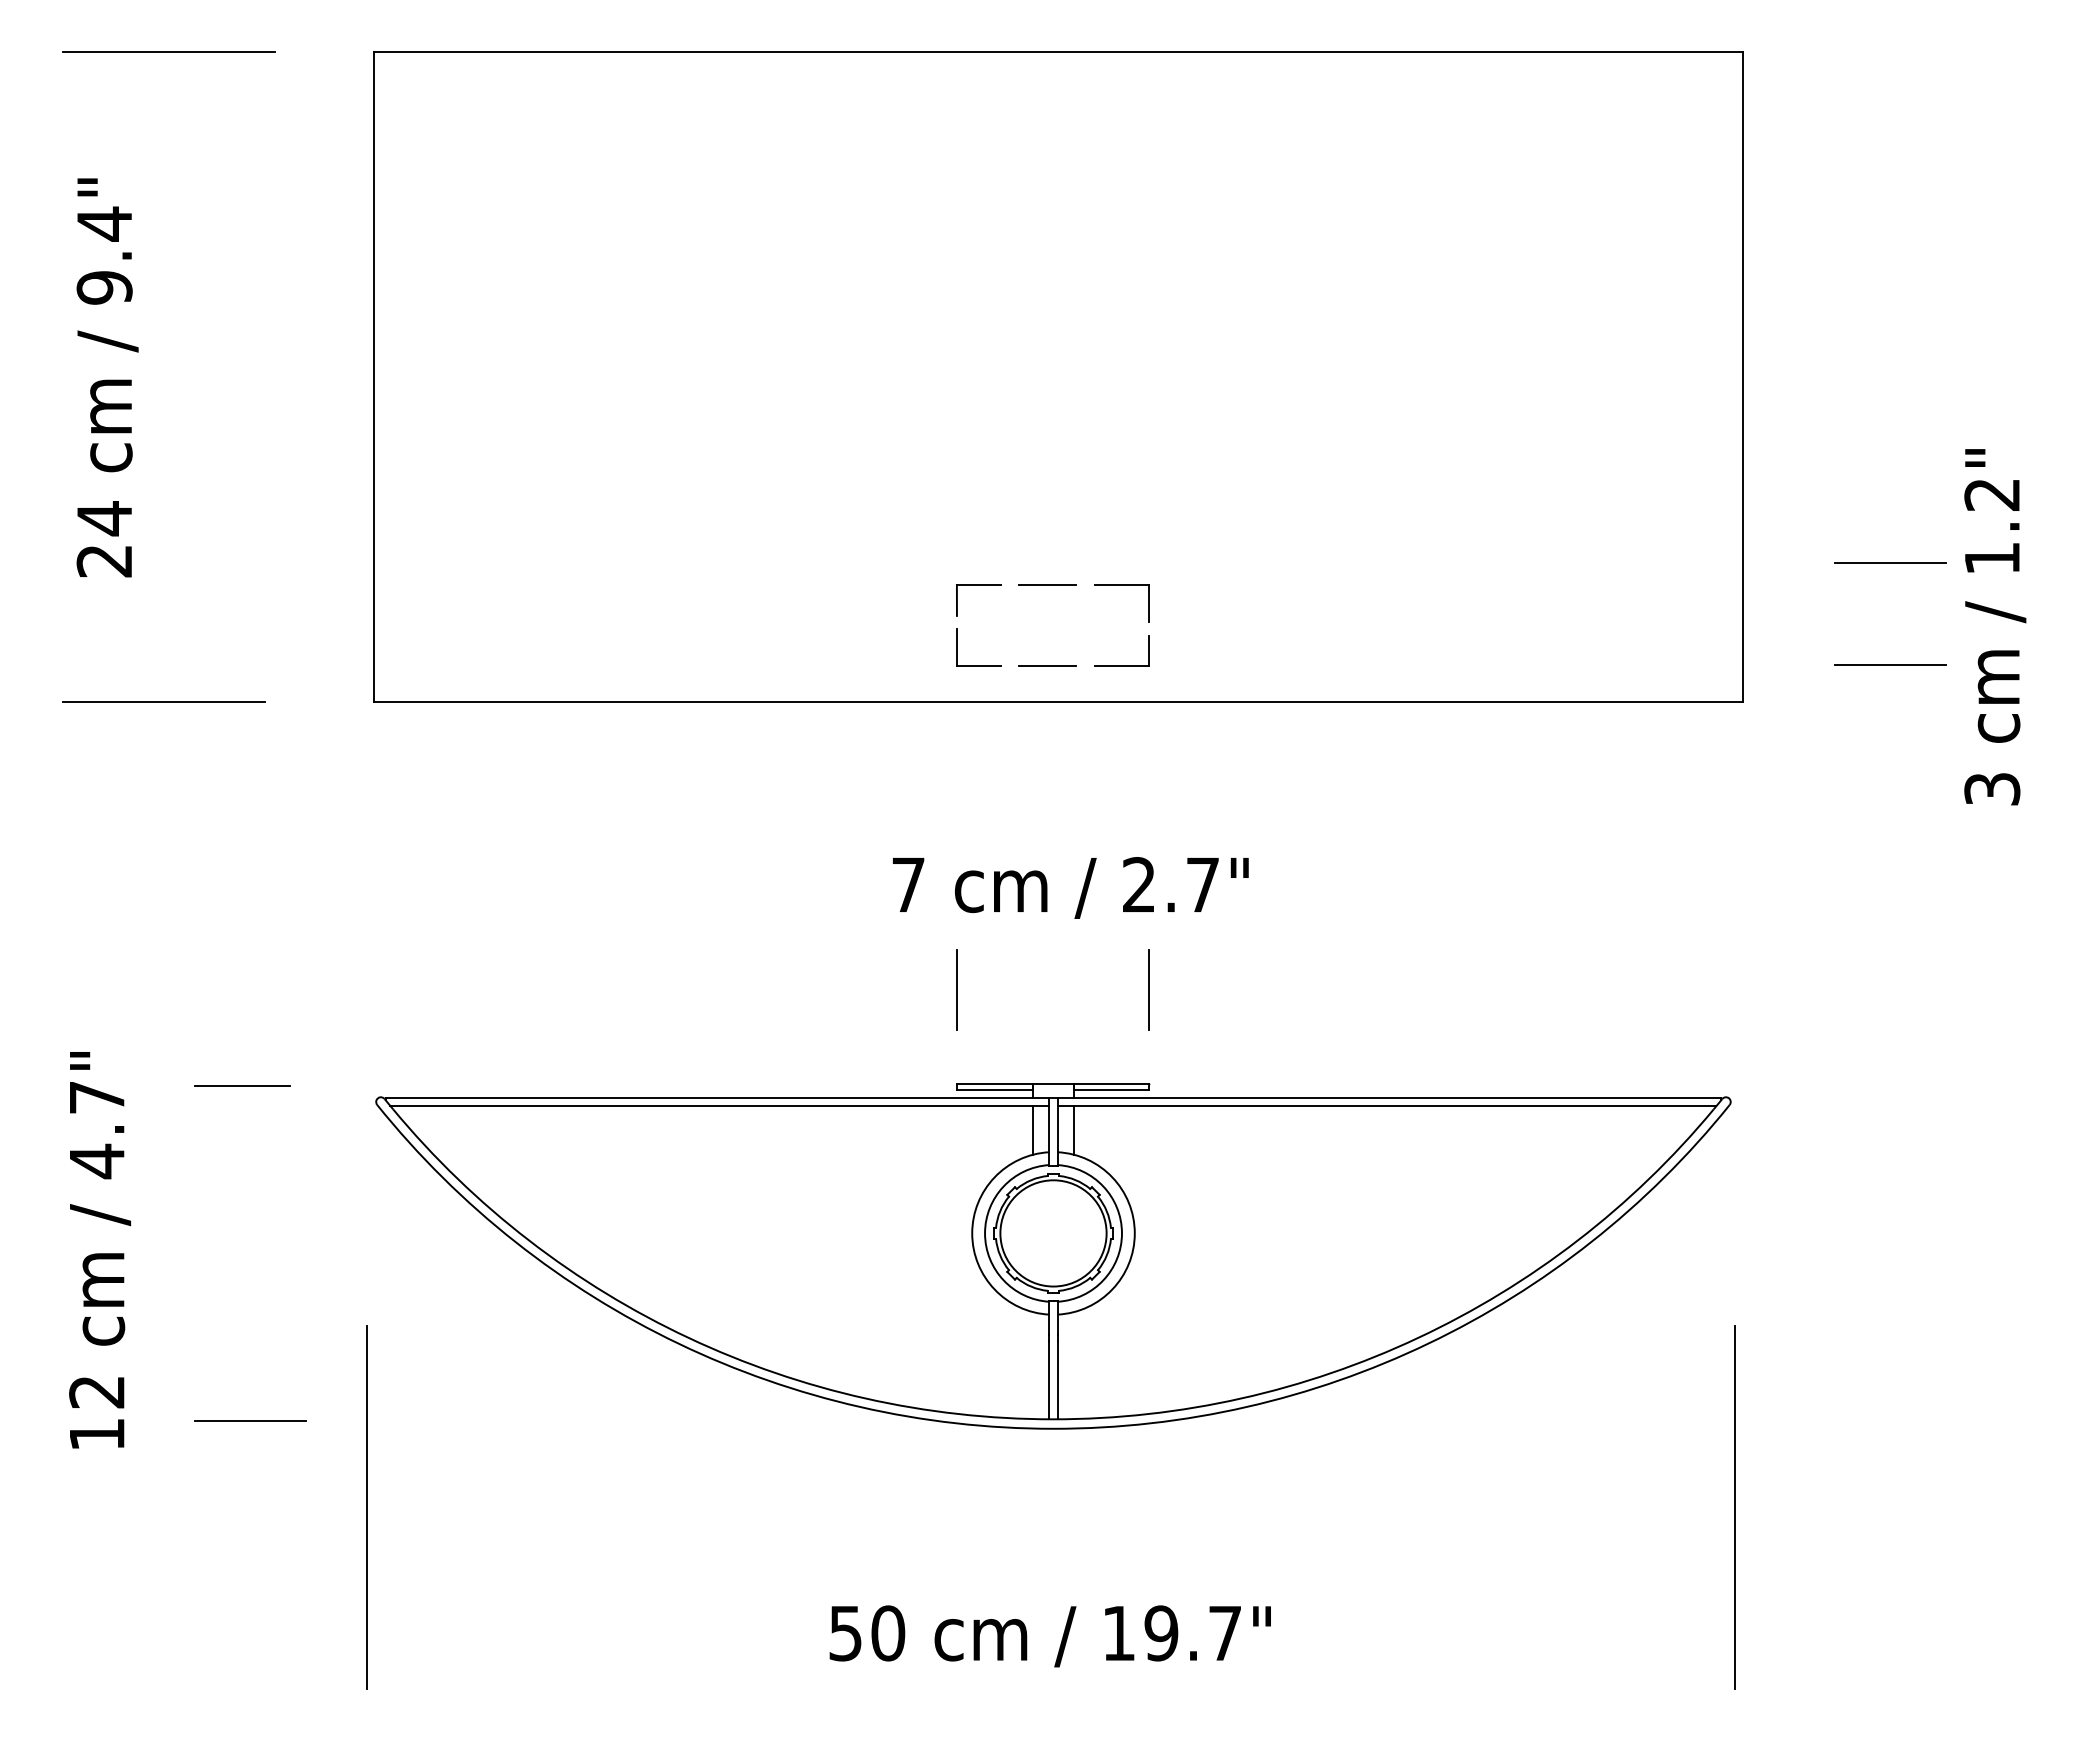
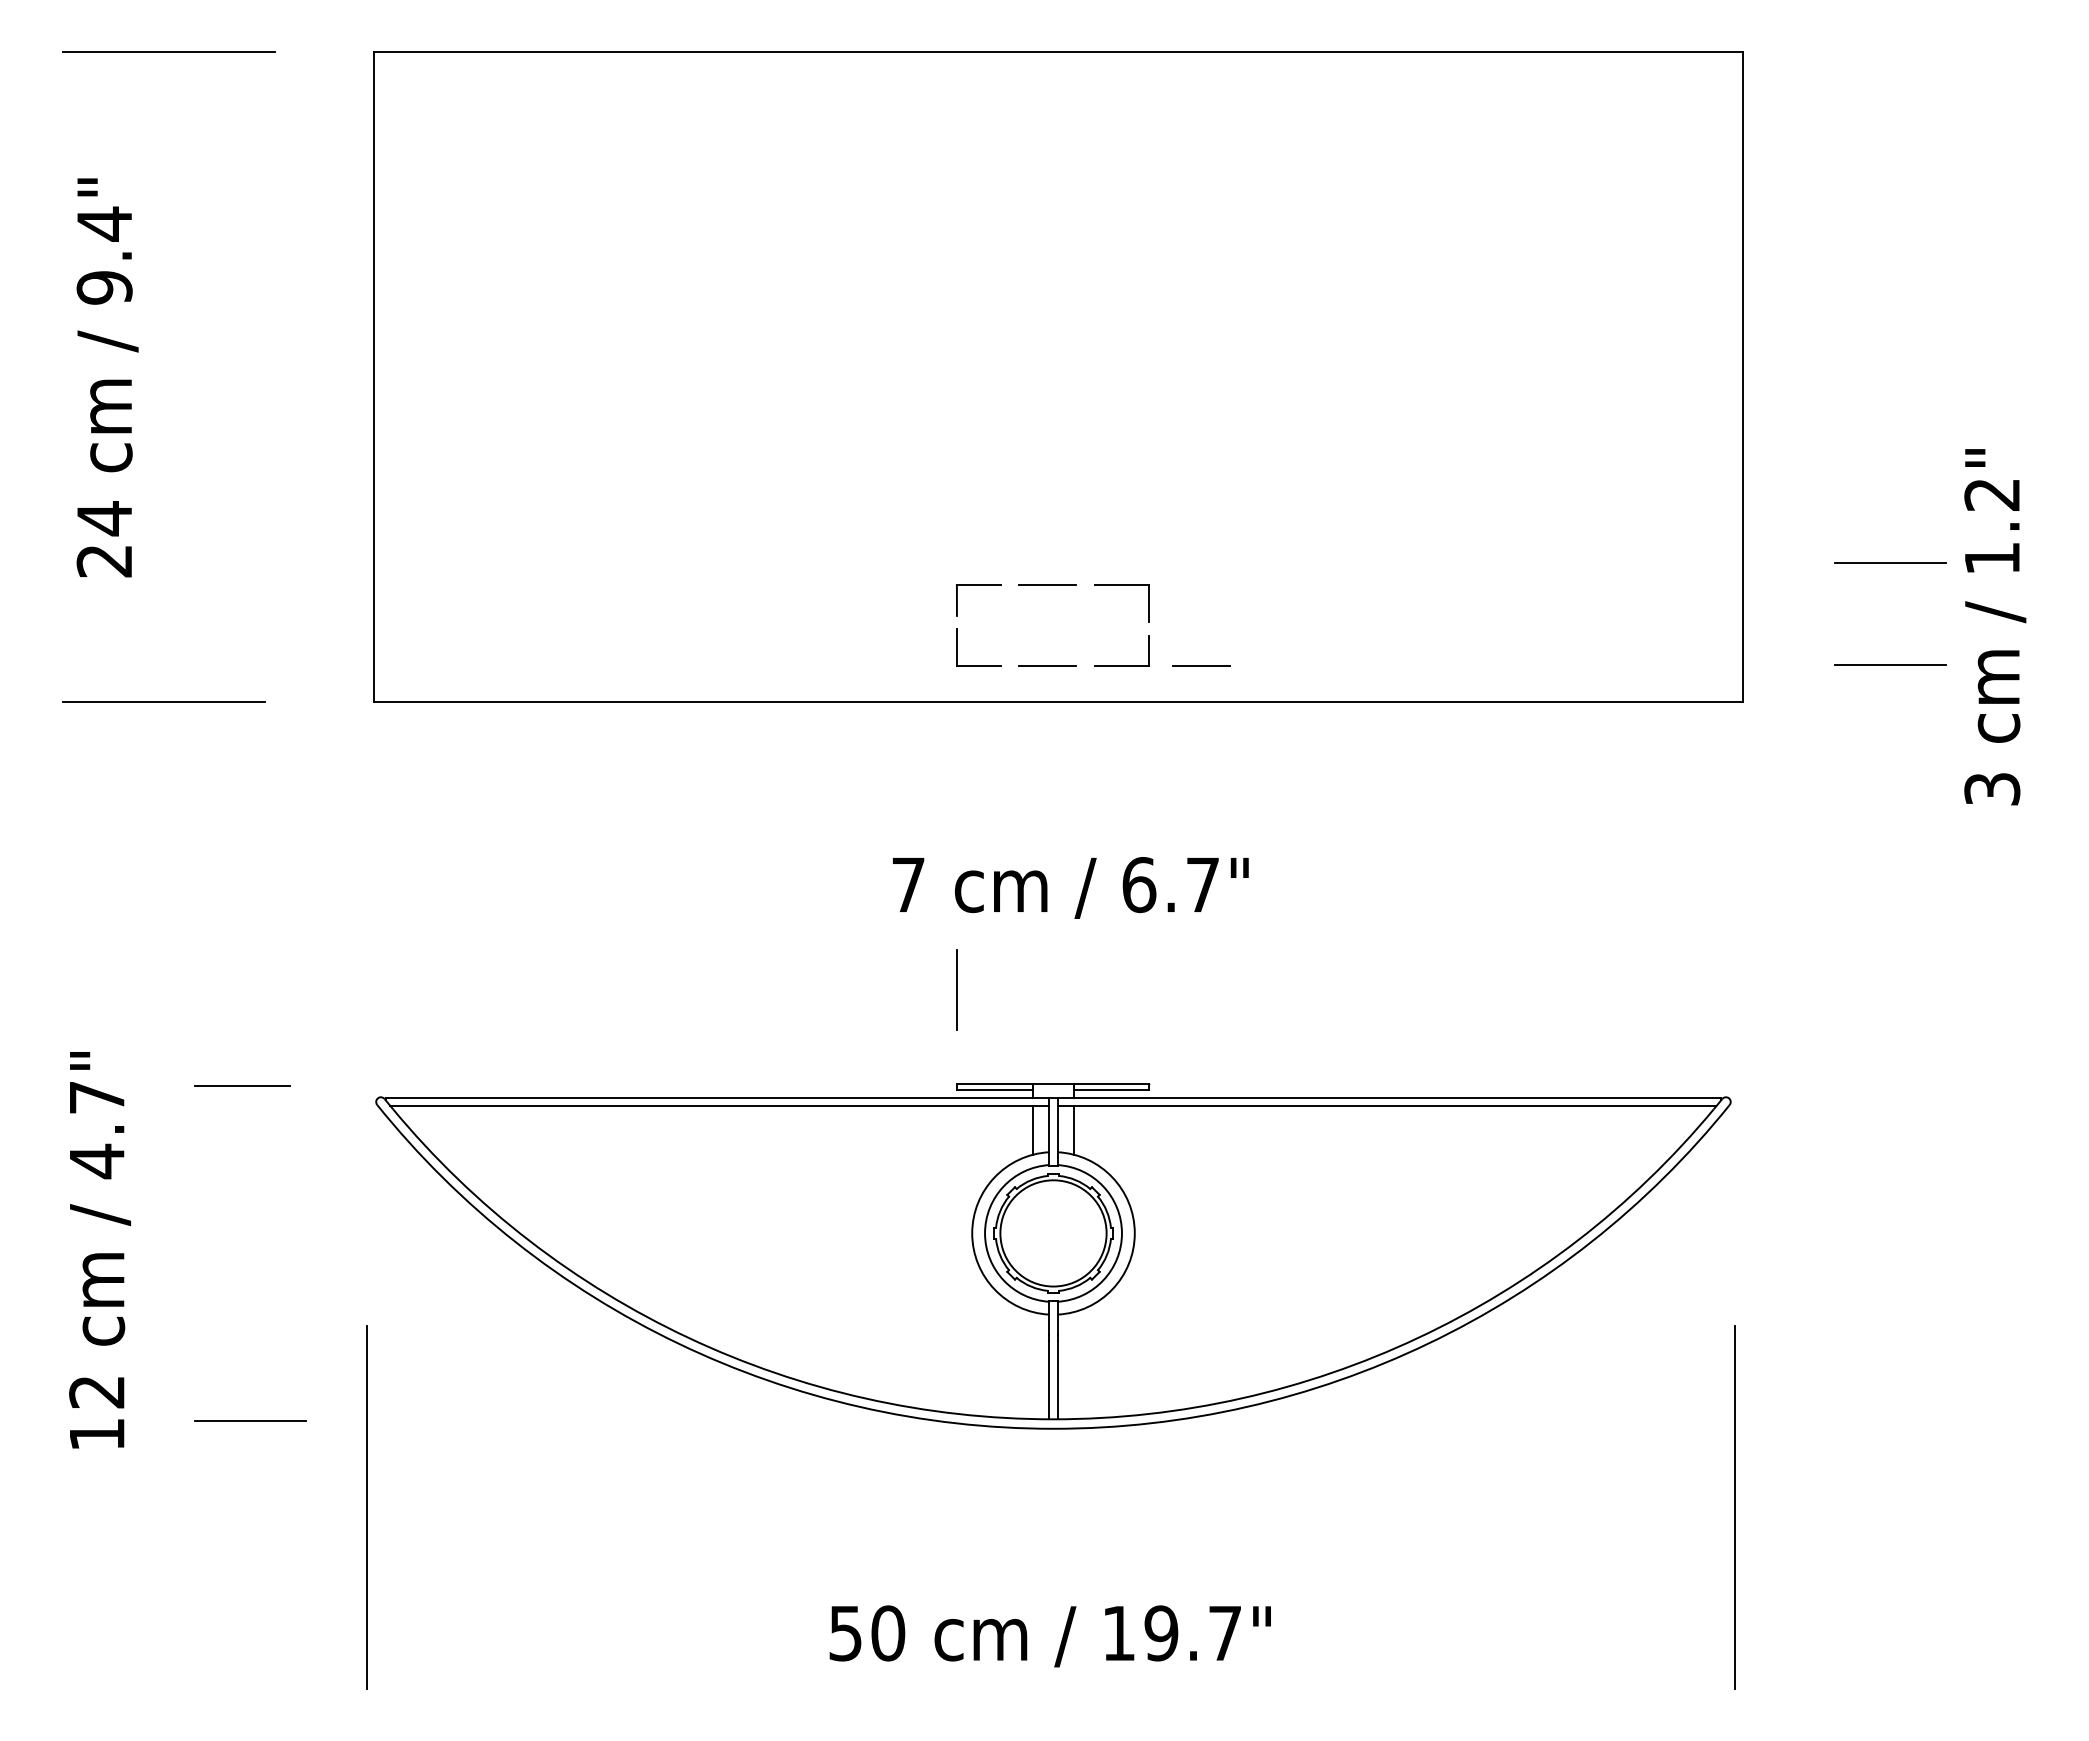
line at (1201, 665): none -> present
text at (1139, 885): 2.7" -> 6.7"
line at (1149, 989): present -> none
